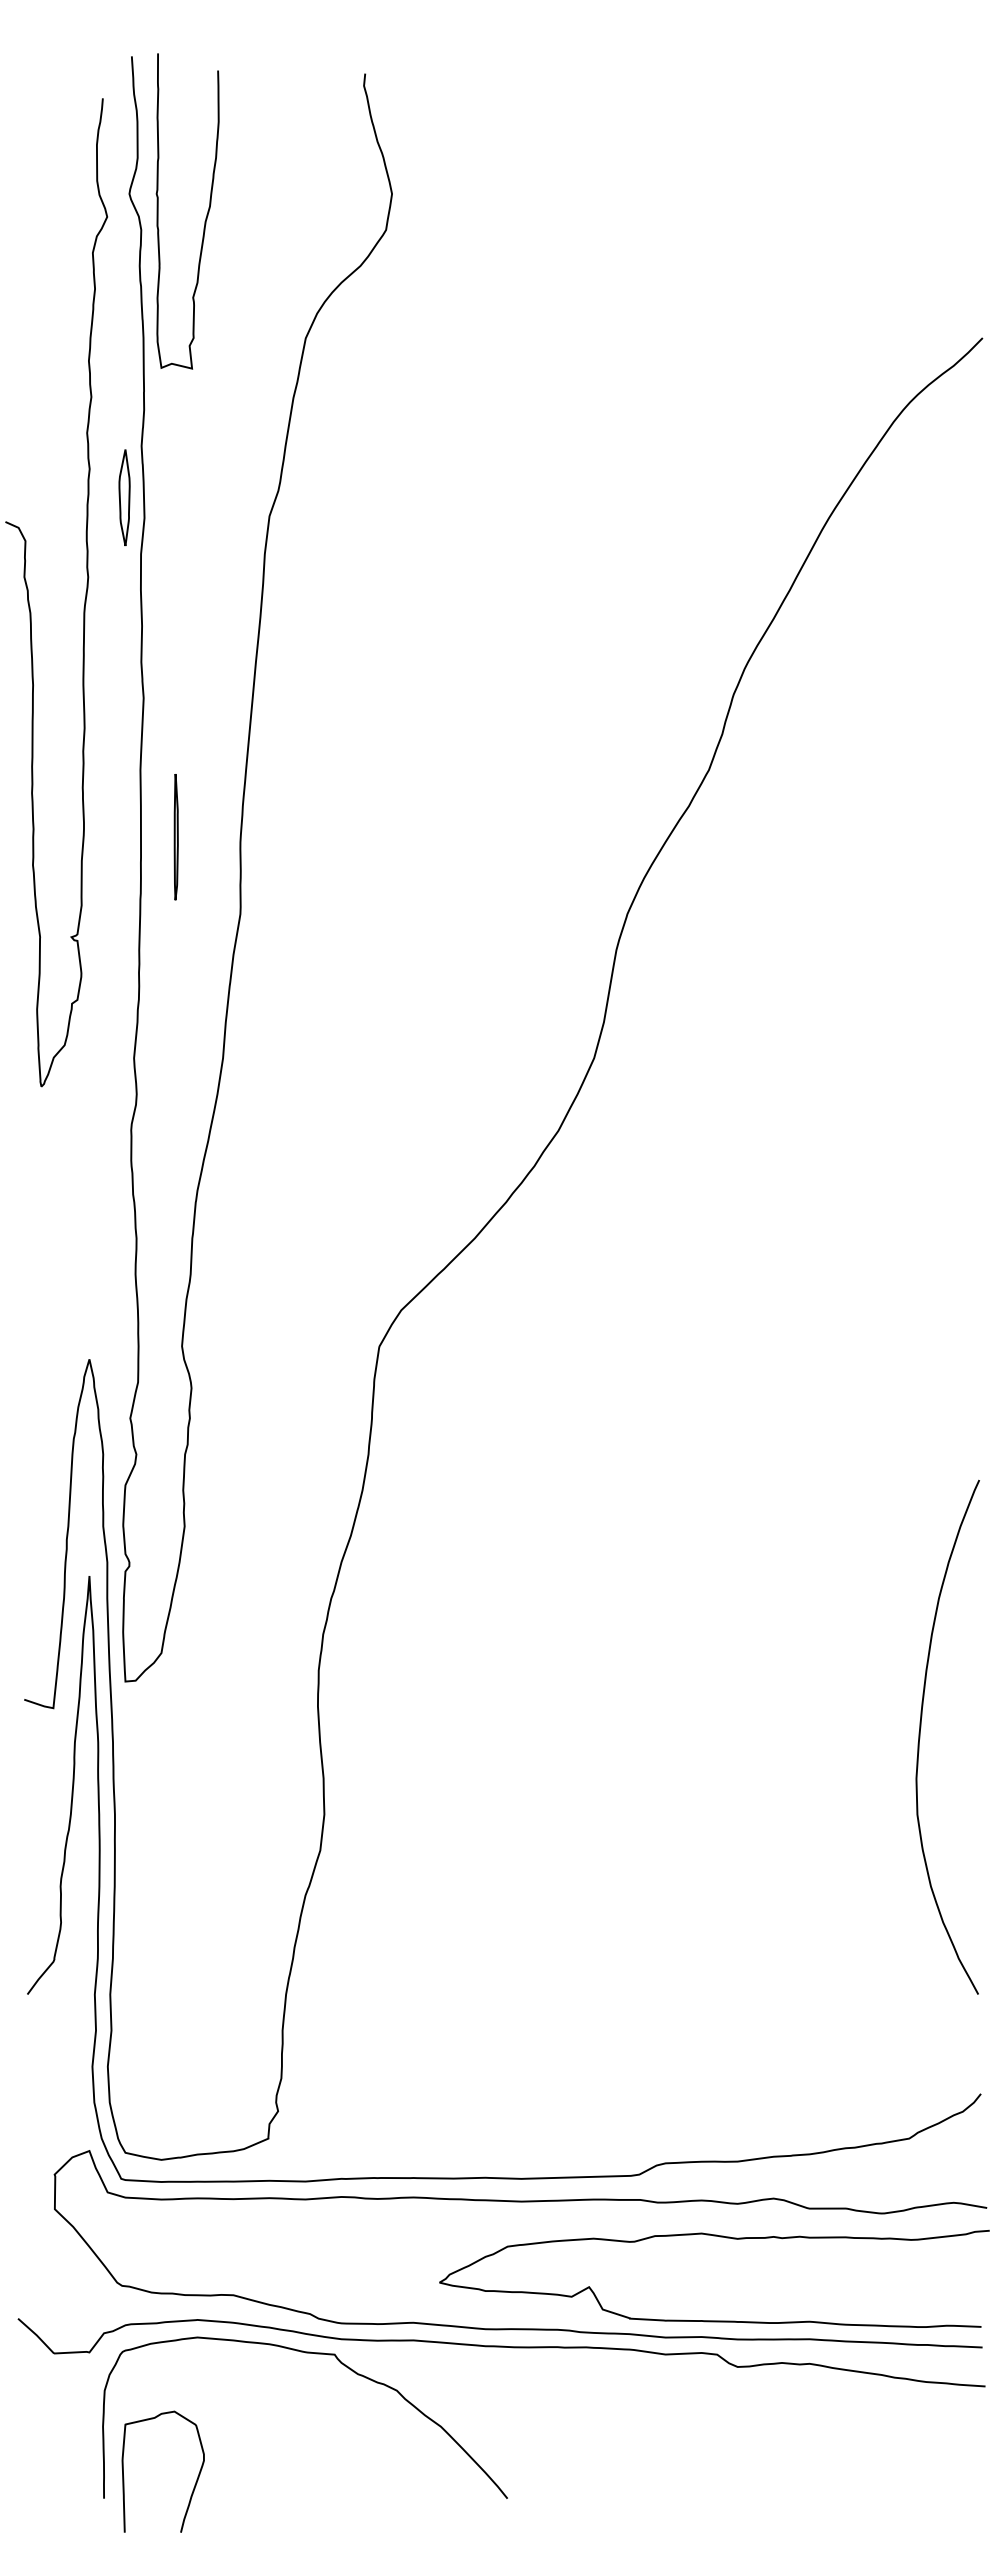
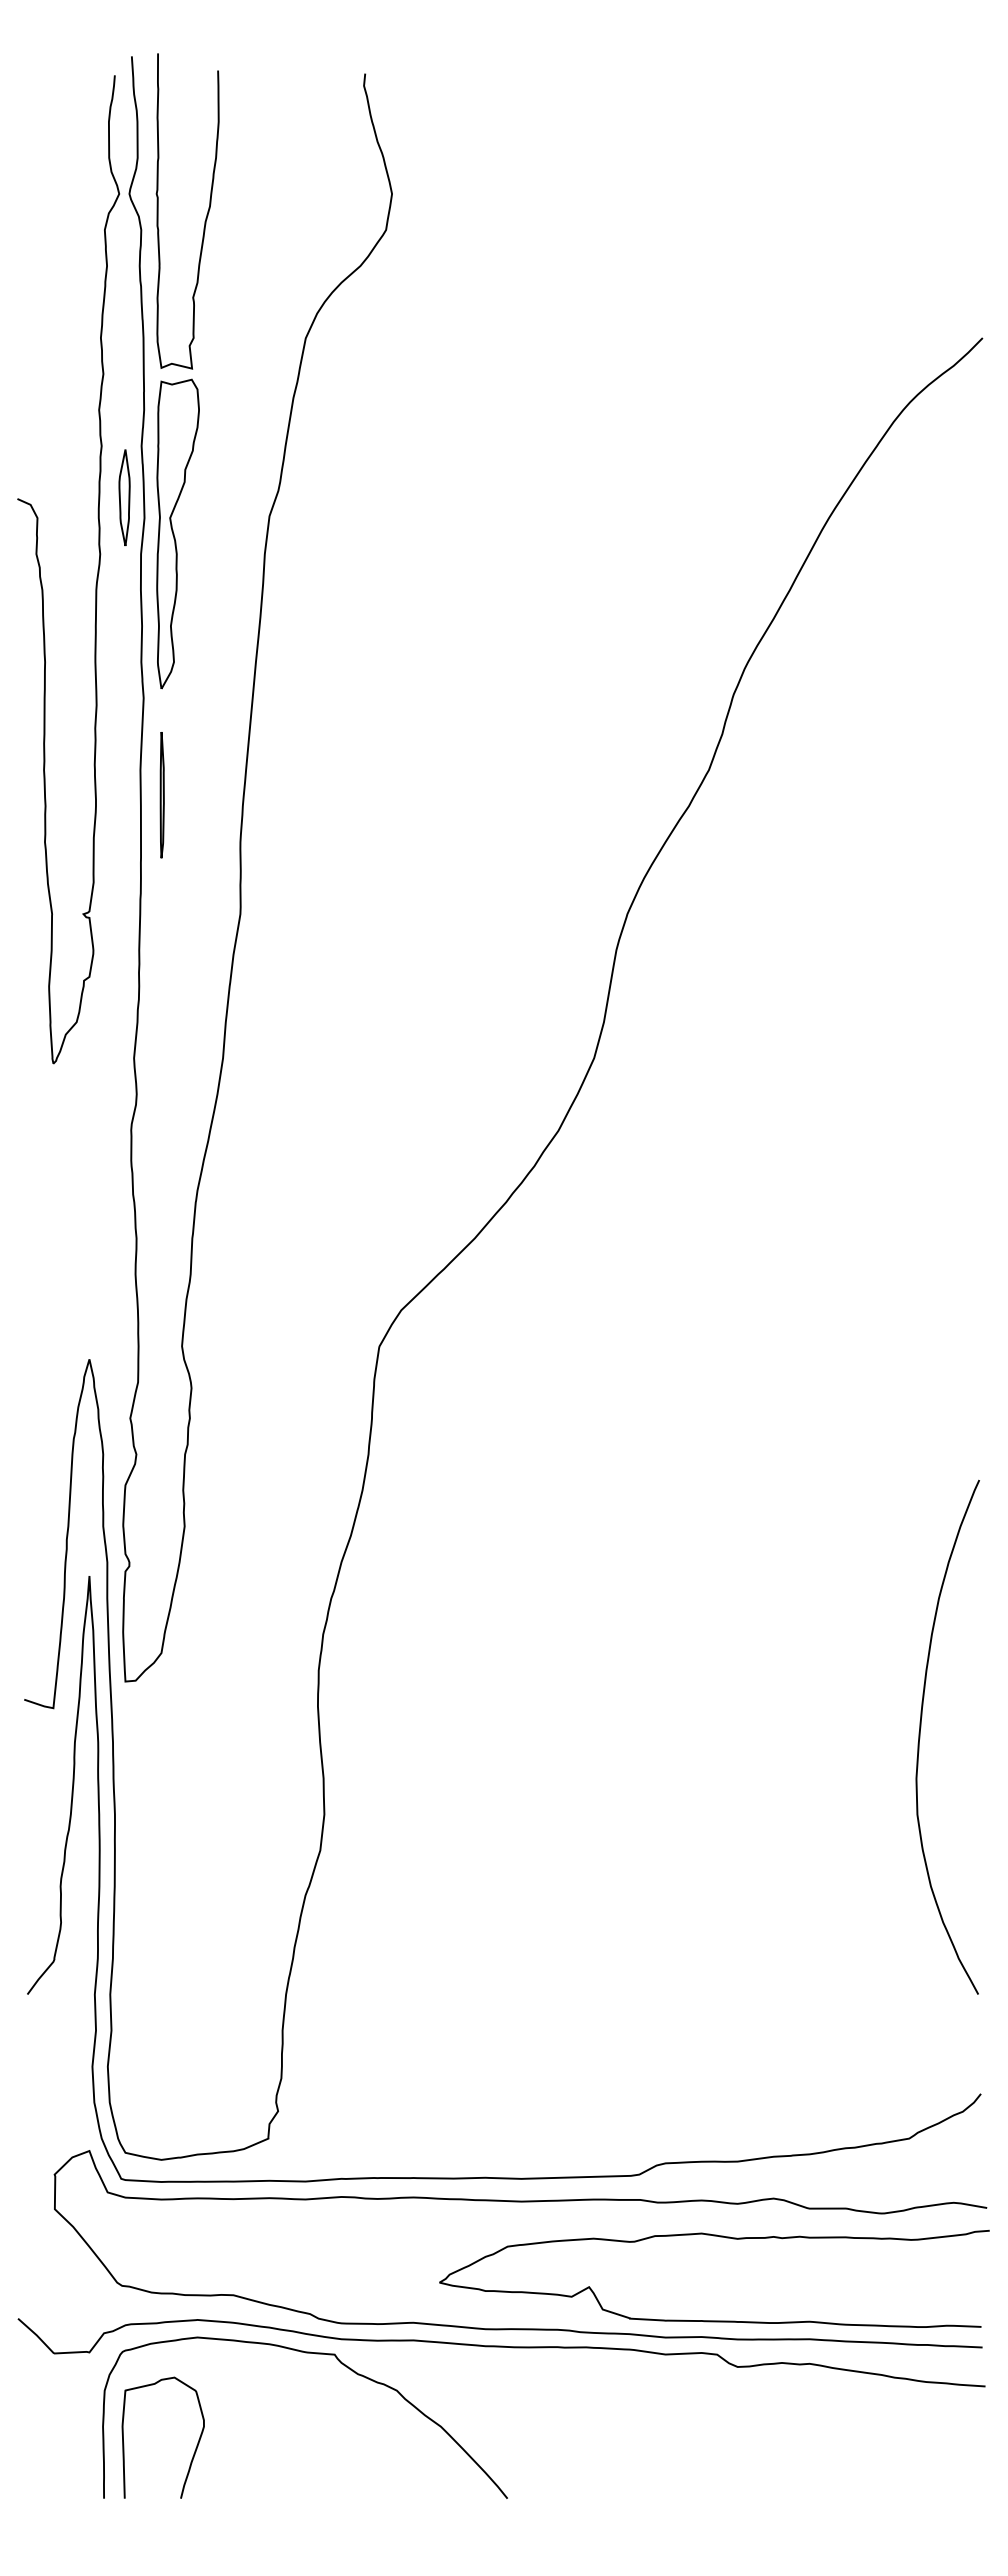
part at (177, 533): none -> present
curve at (28, 592) position: (28, 592) -> (40, 569)
part at (175, 837) position: (175, 837) -> (161, 795)
curve at (194, 2484) position: (194, 2484) -> (194, 2450)
